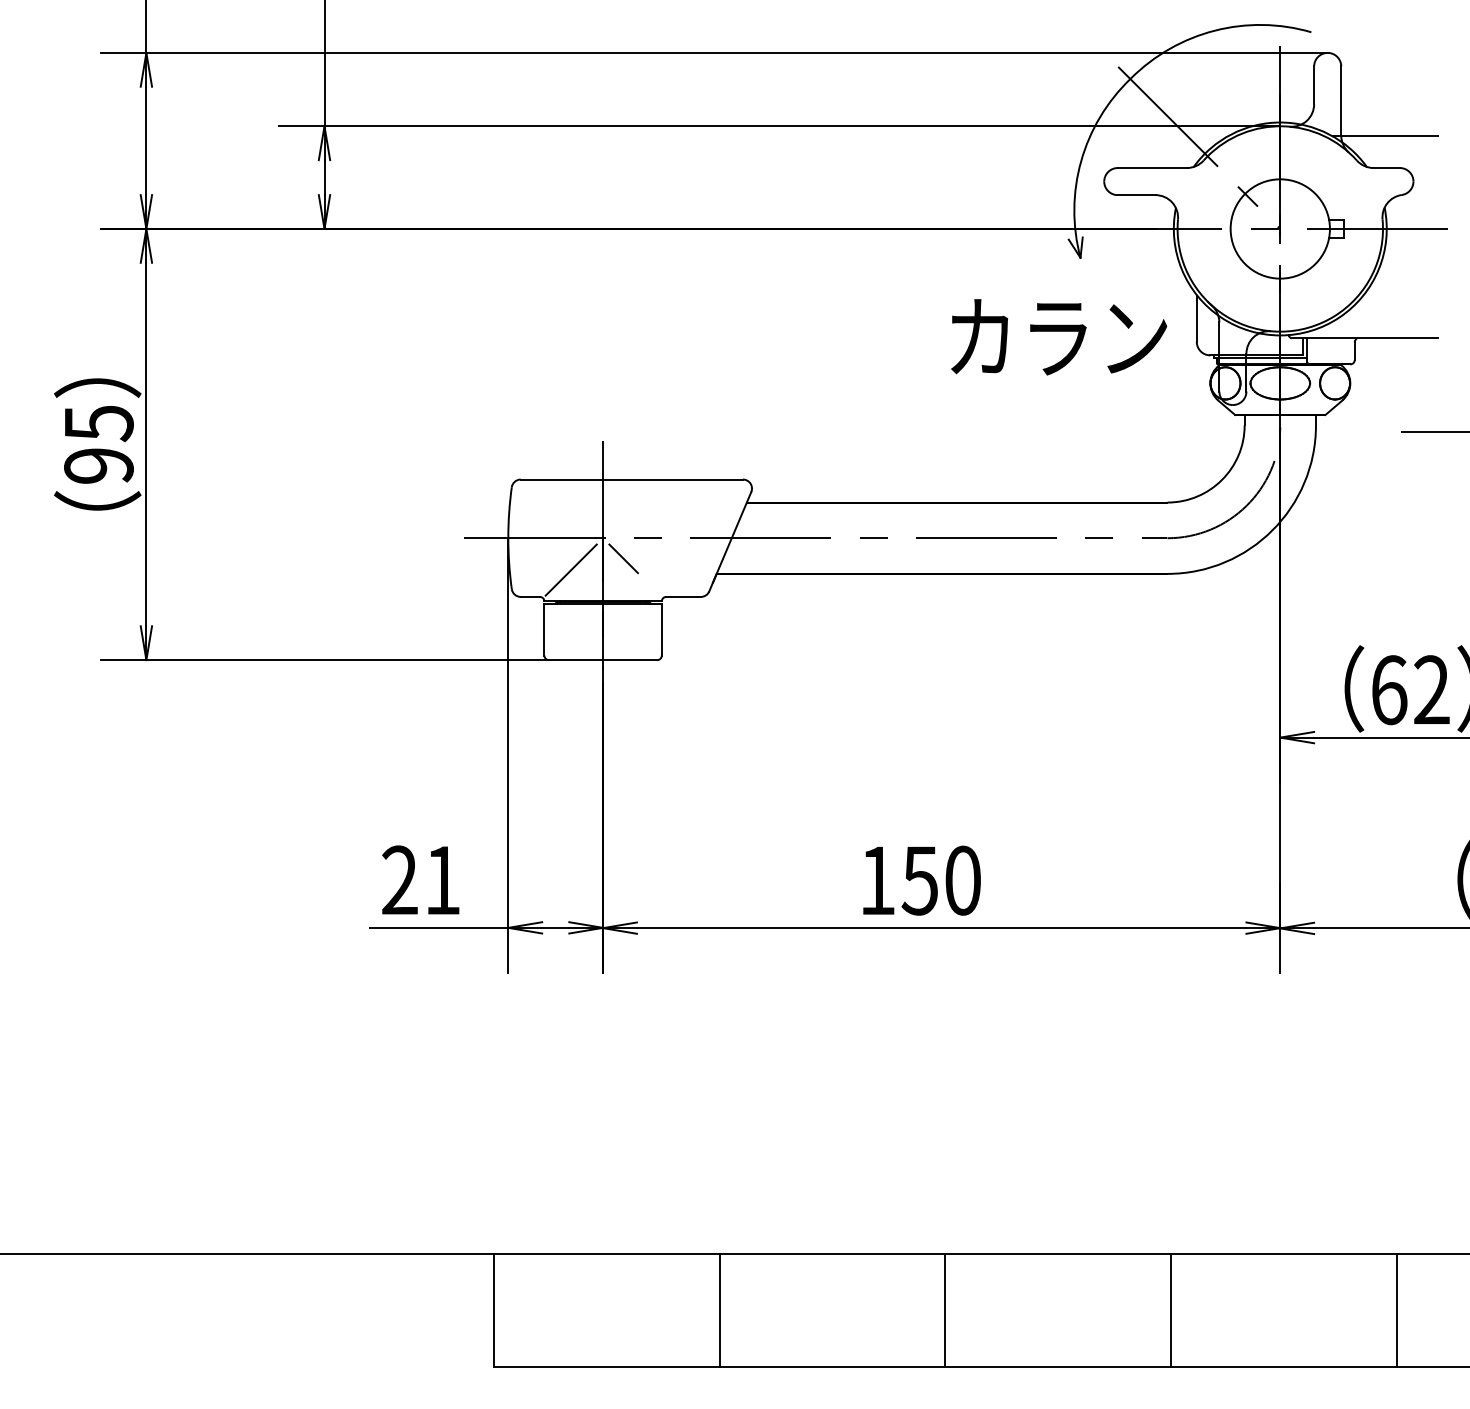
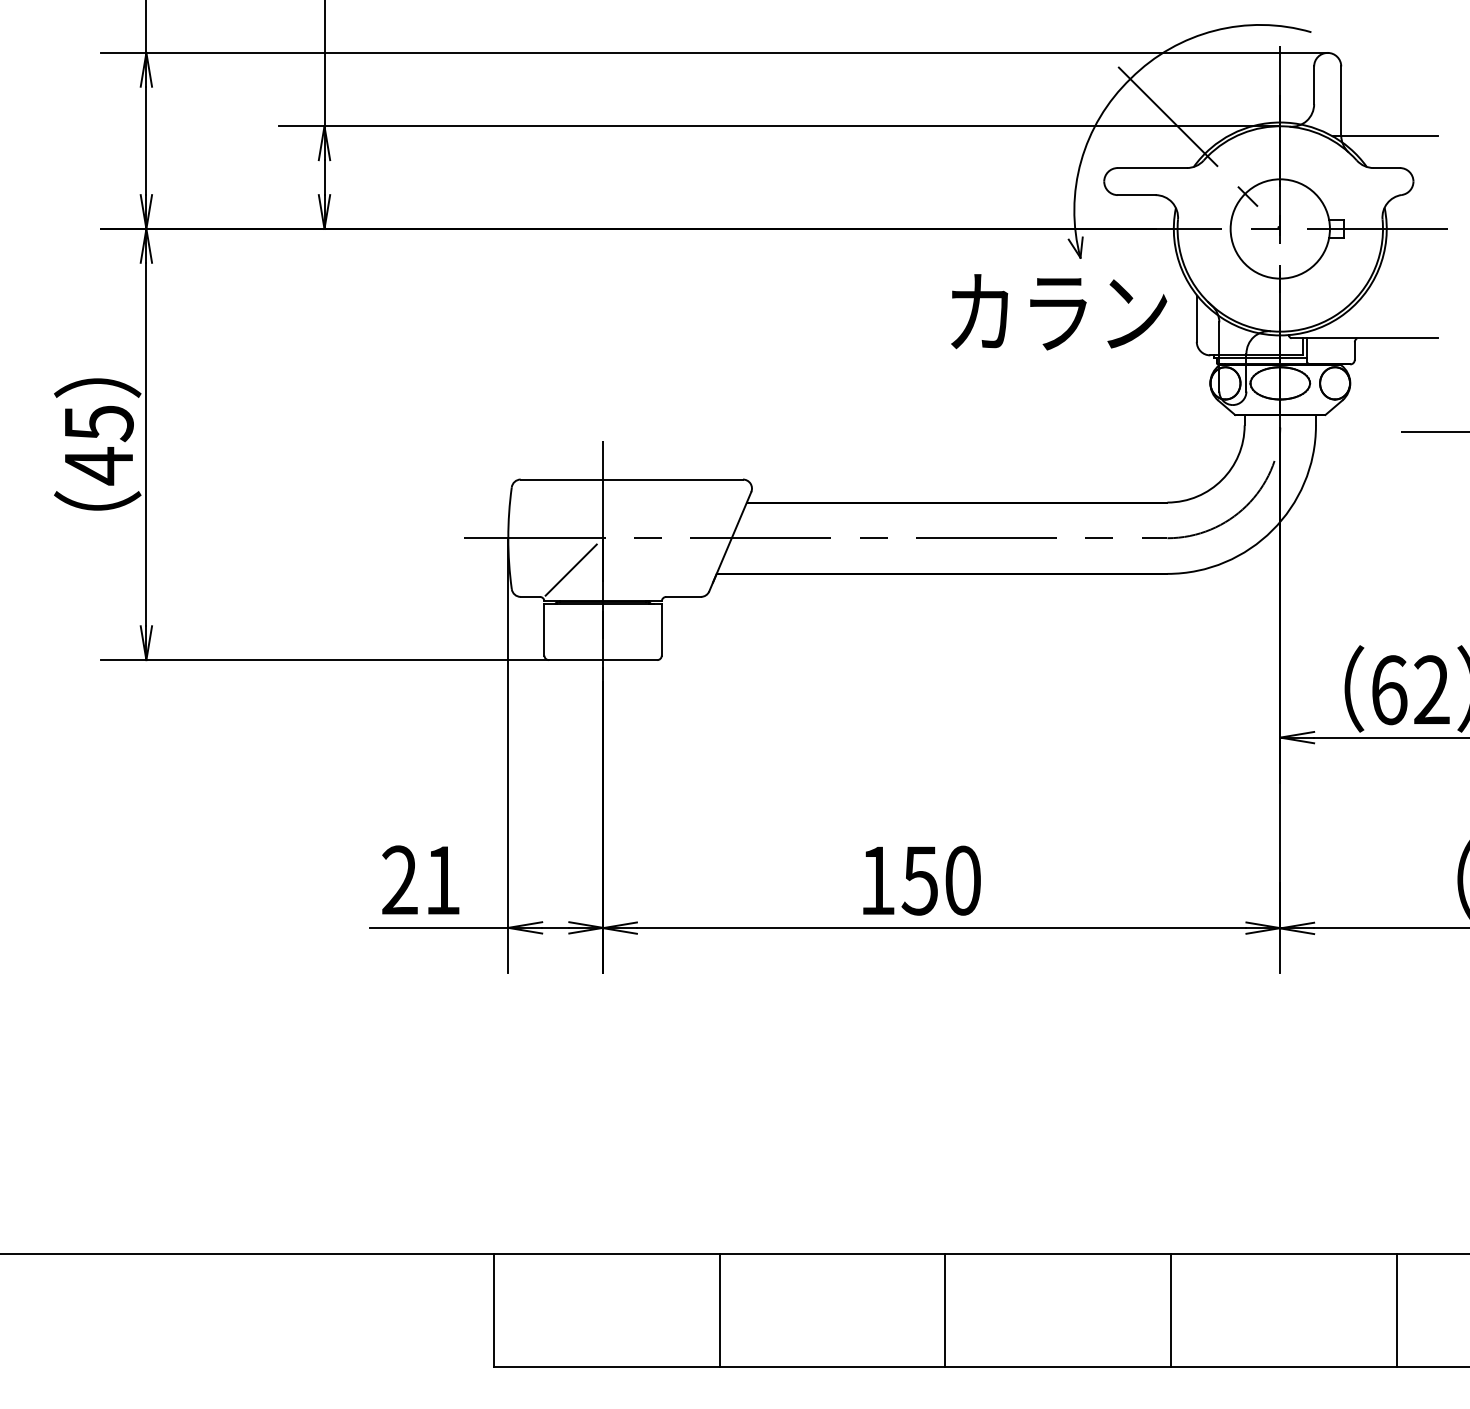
text at (1059, 337) position: (1059, 337) -> (1059, 312)
text at (98, 466): 95 -> 45
line at (623, 558): present -> none
